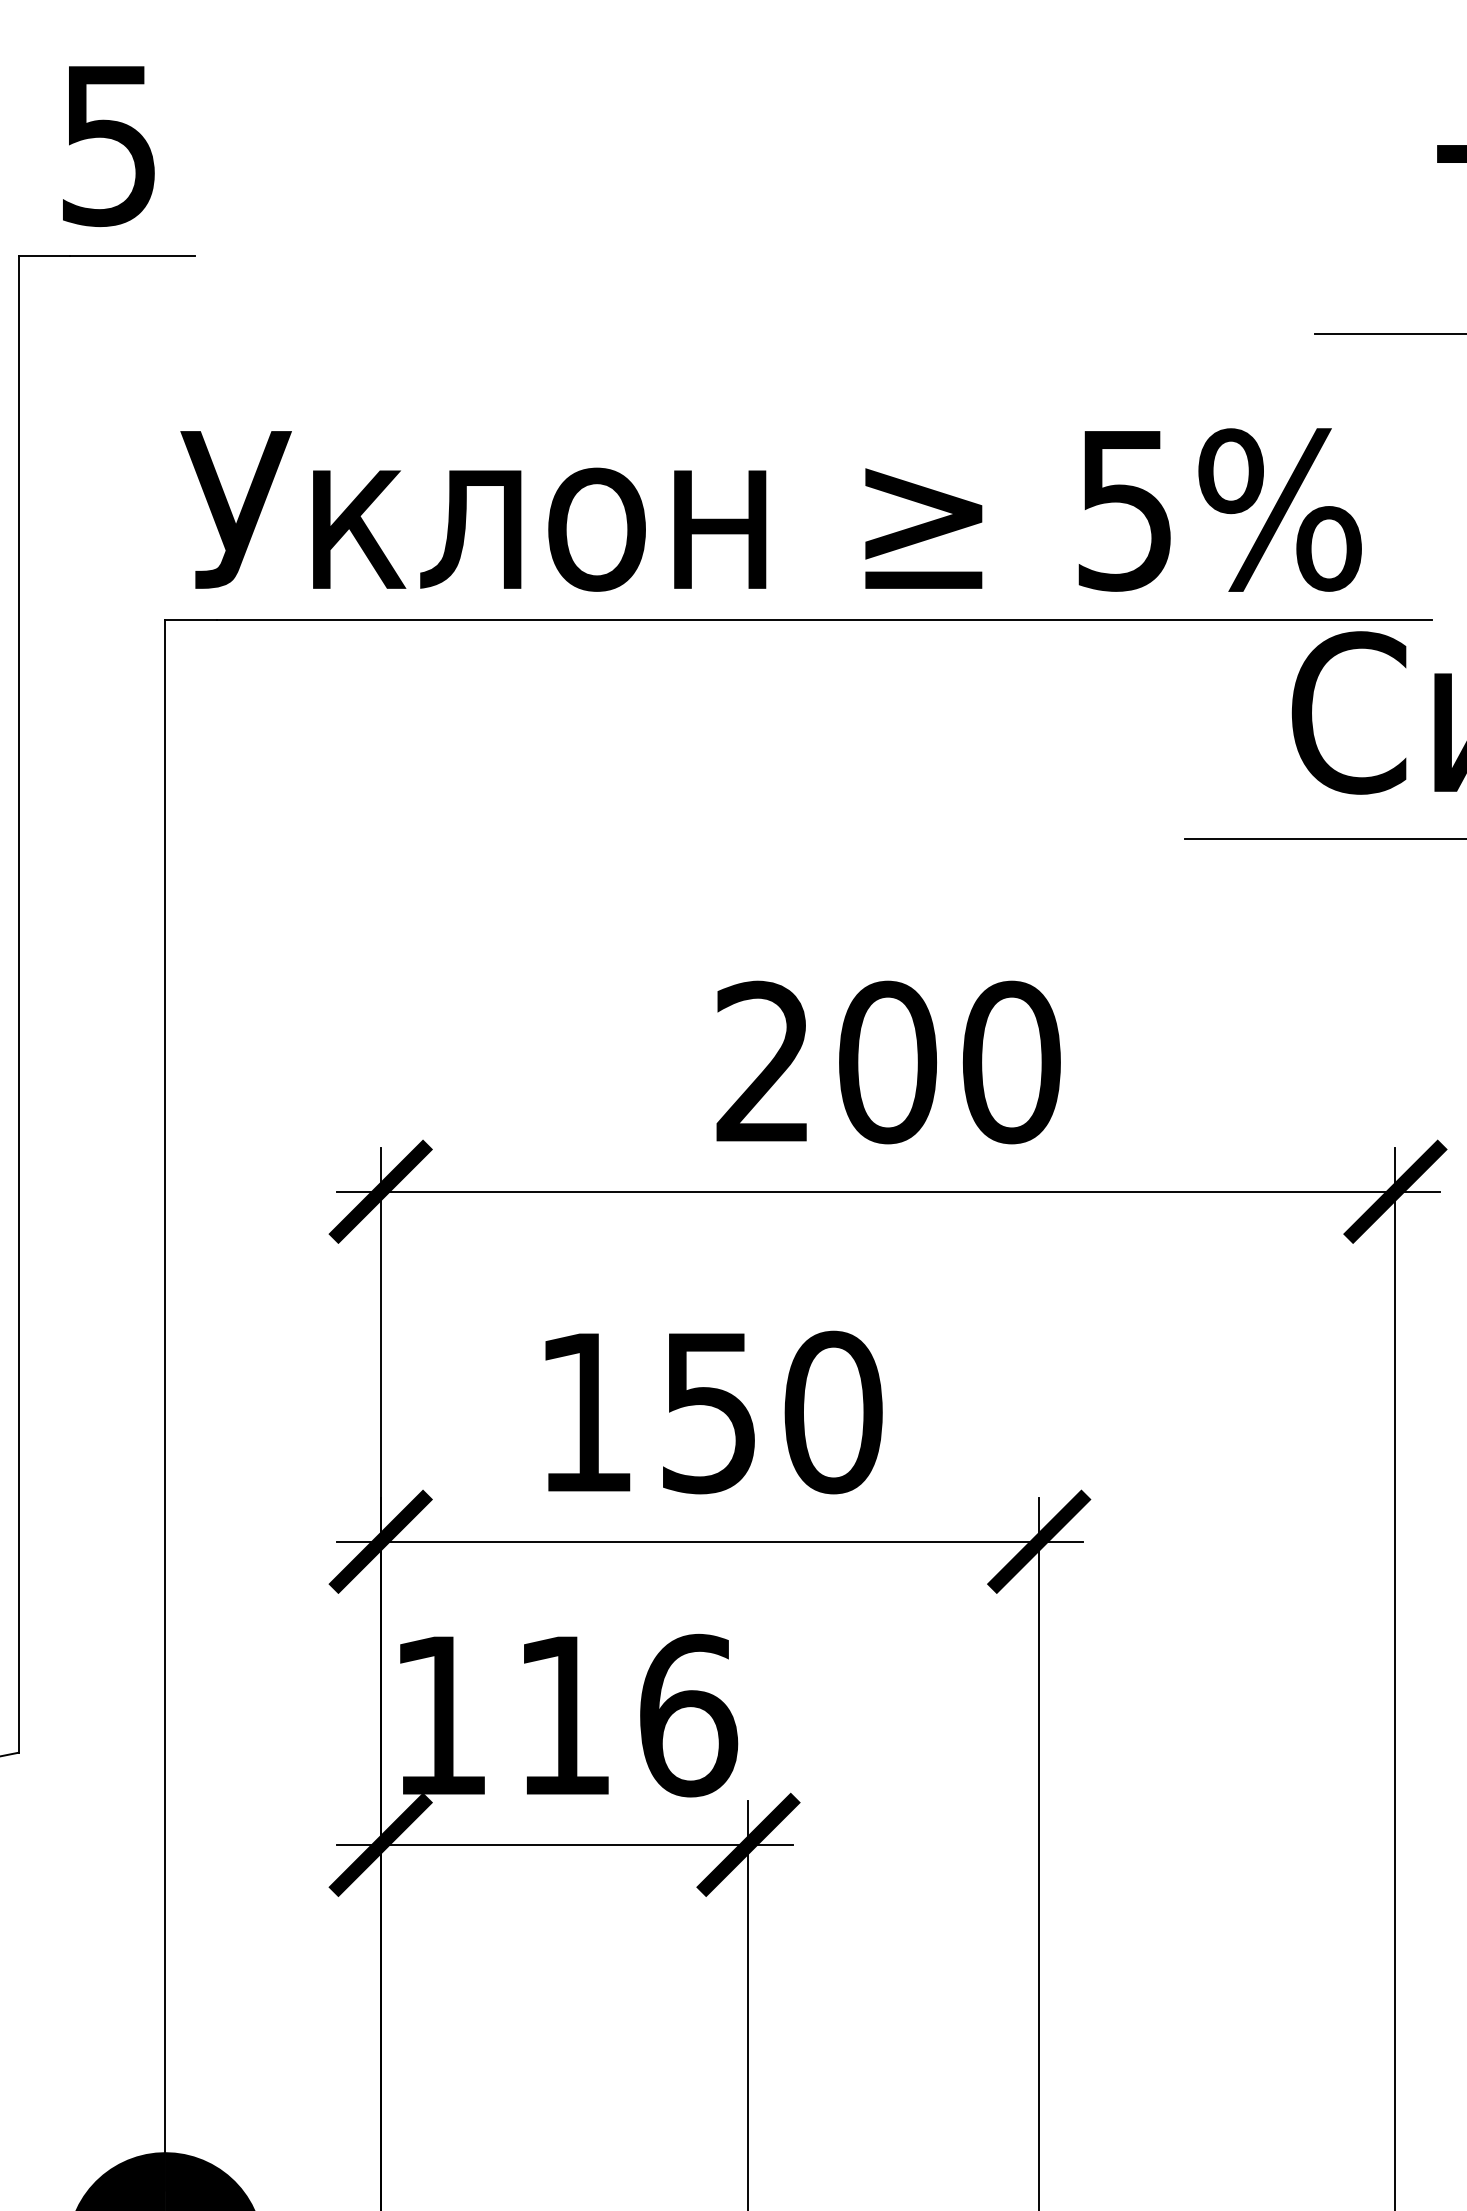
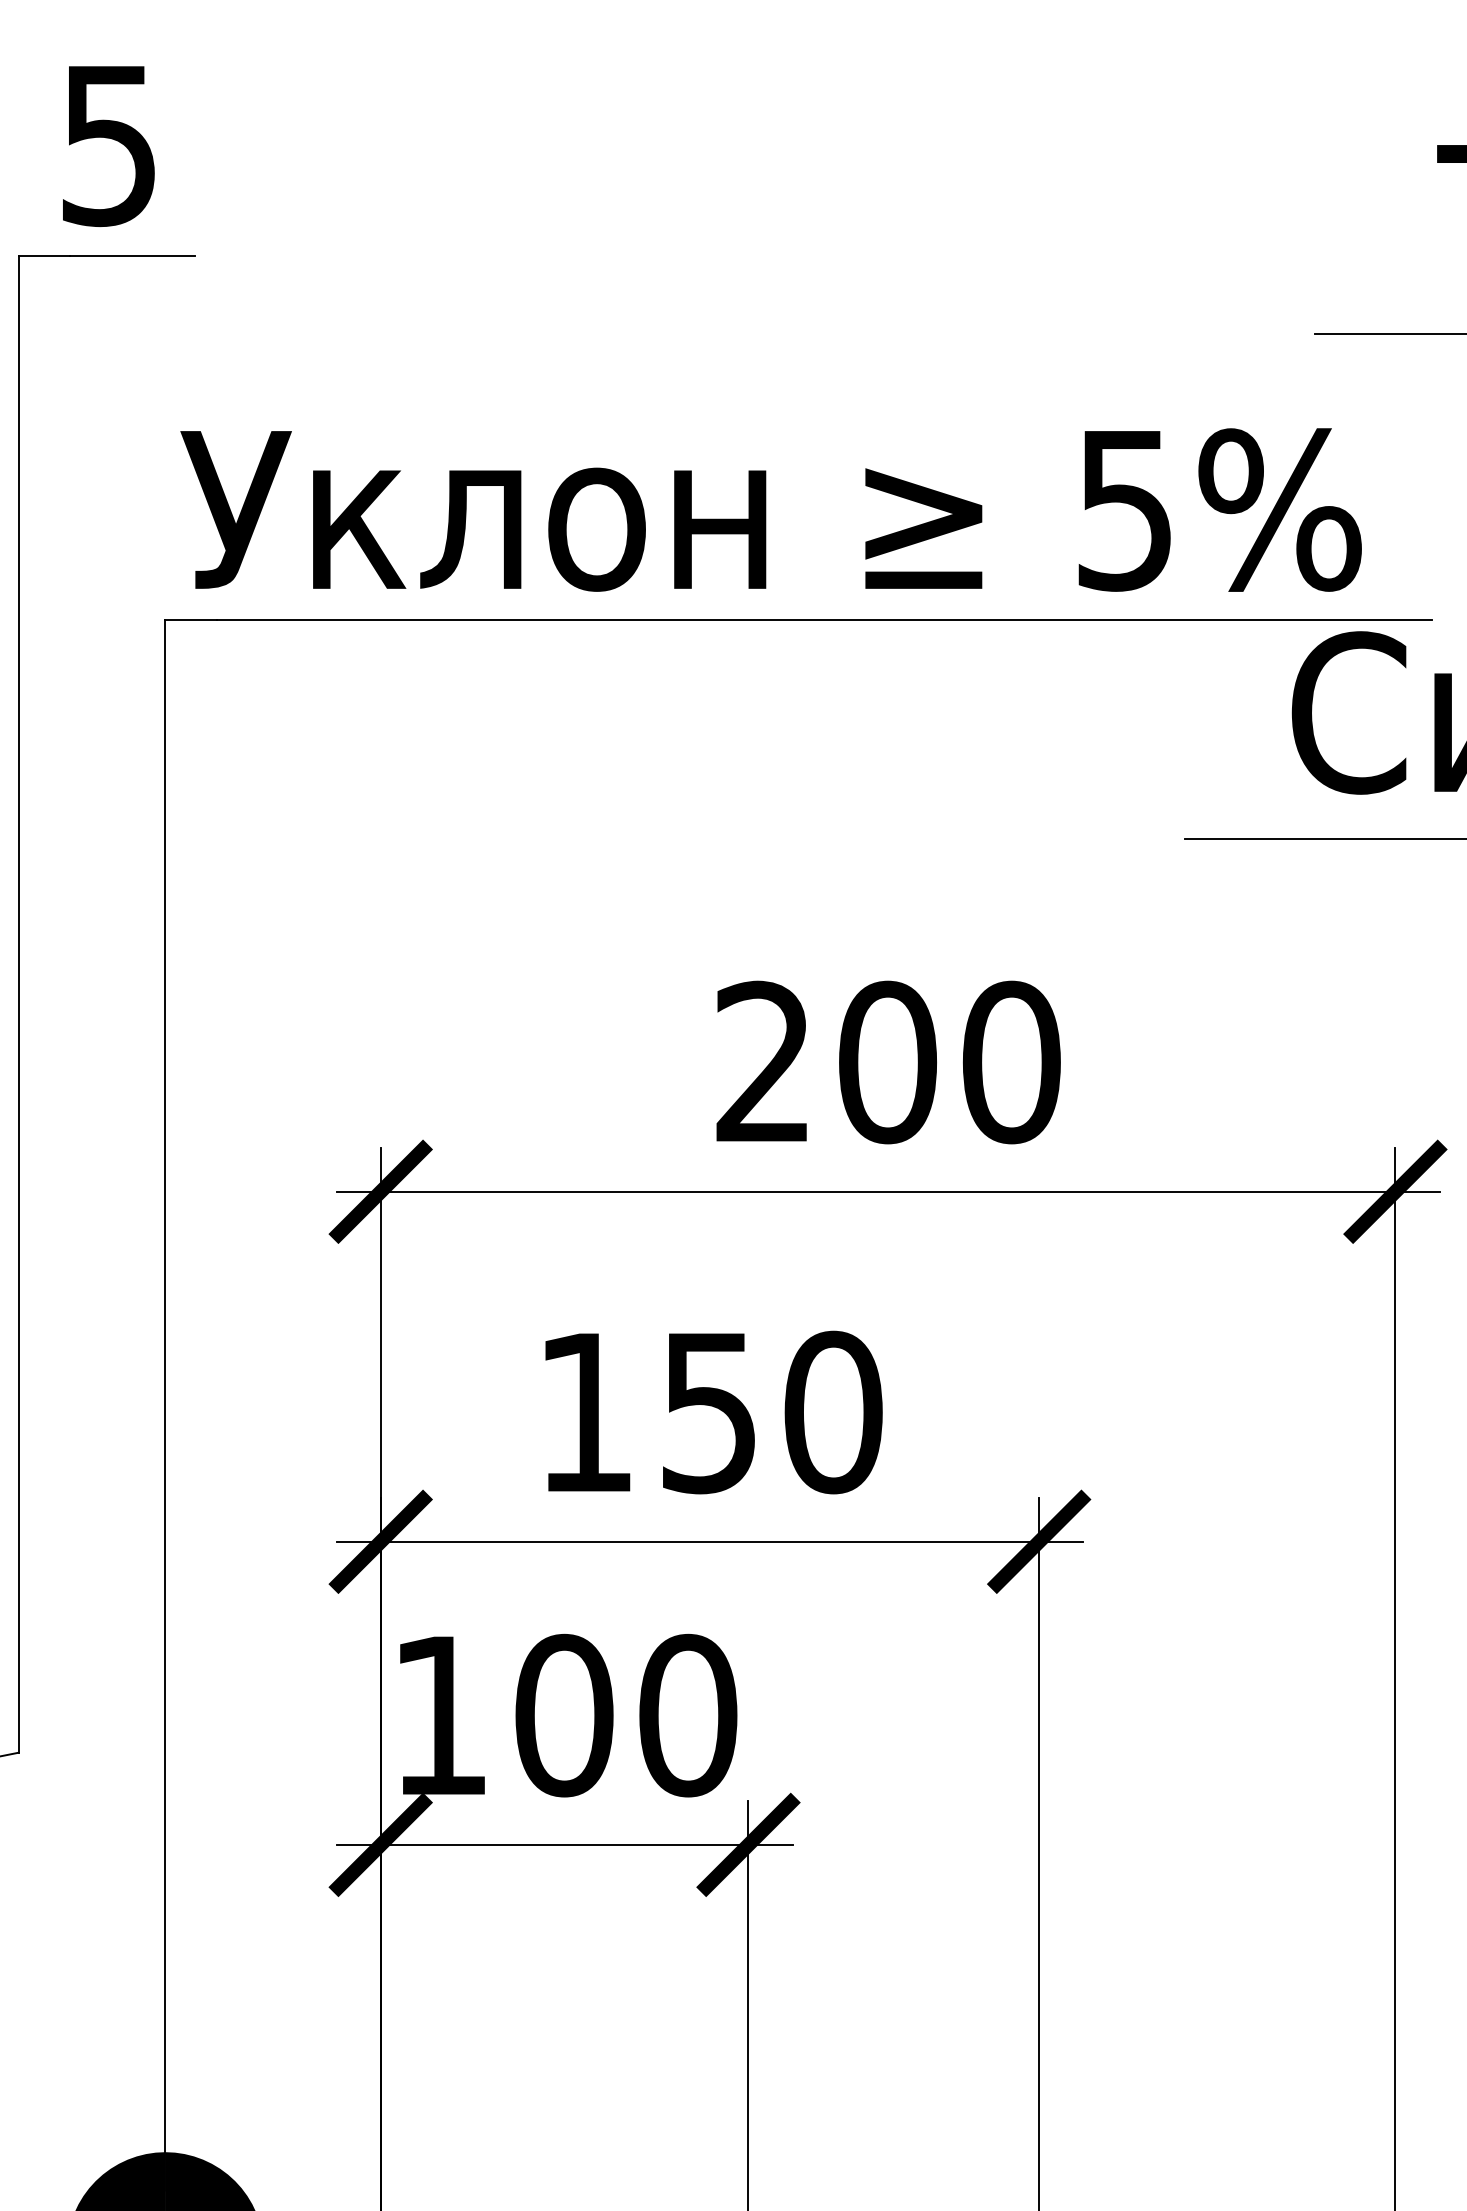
text at (626, 1715): 116 -> 100
